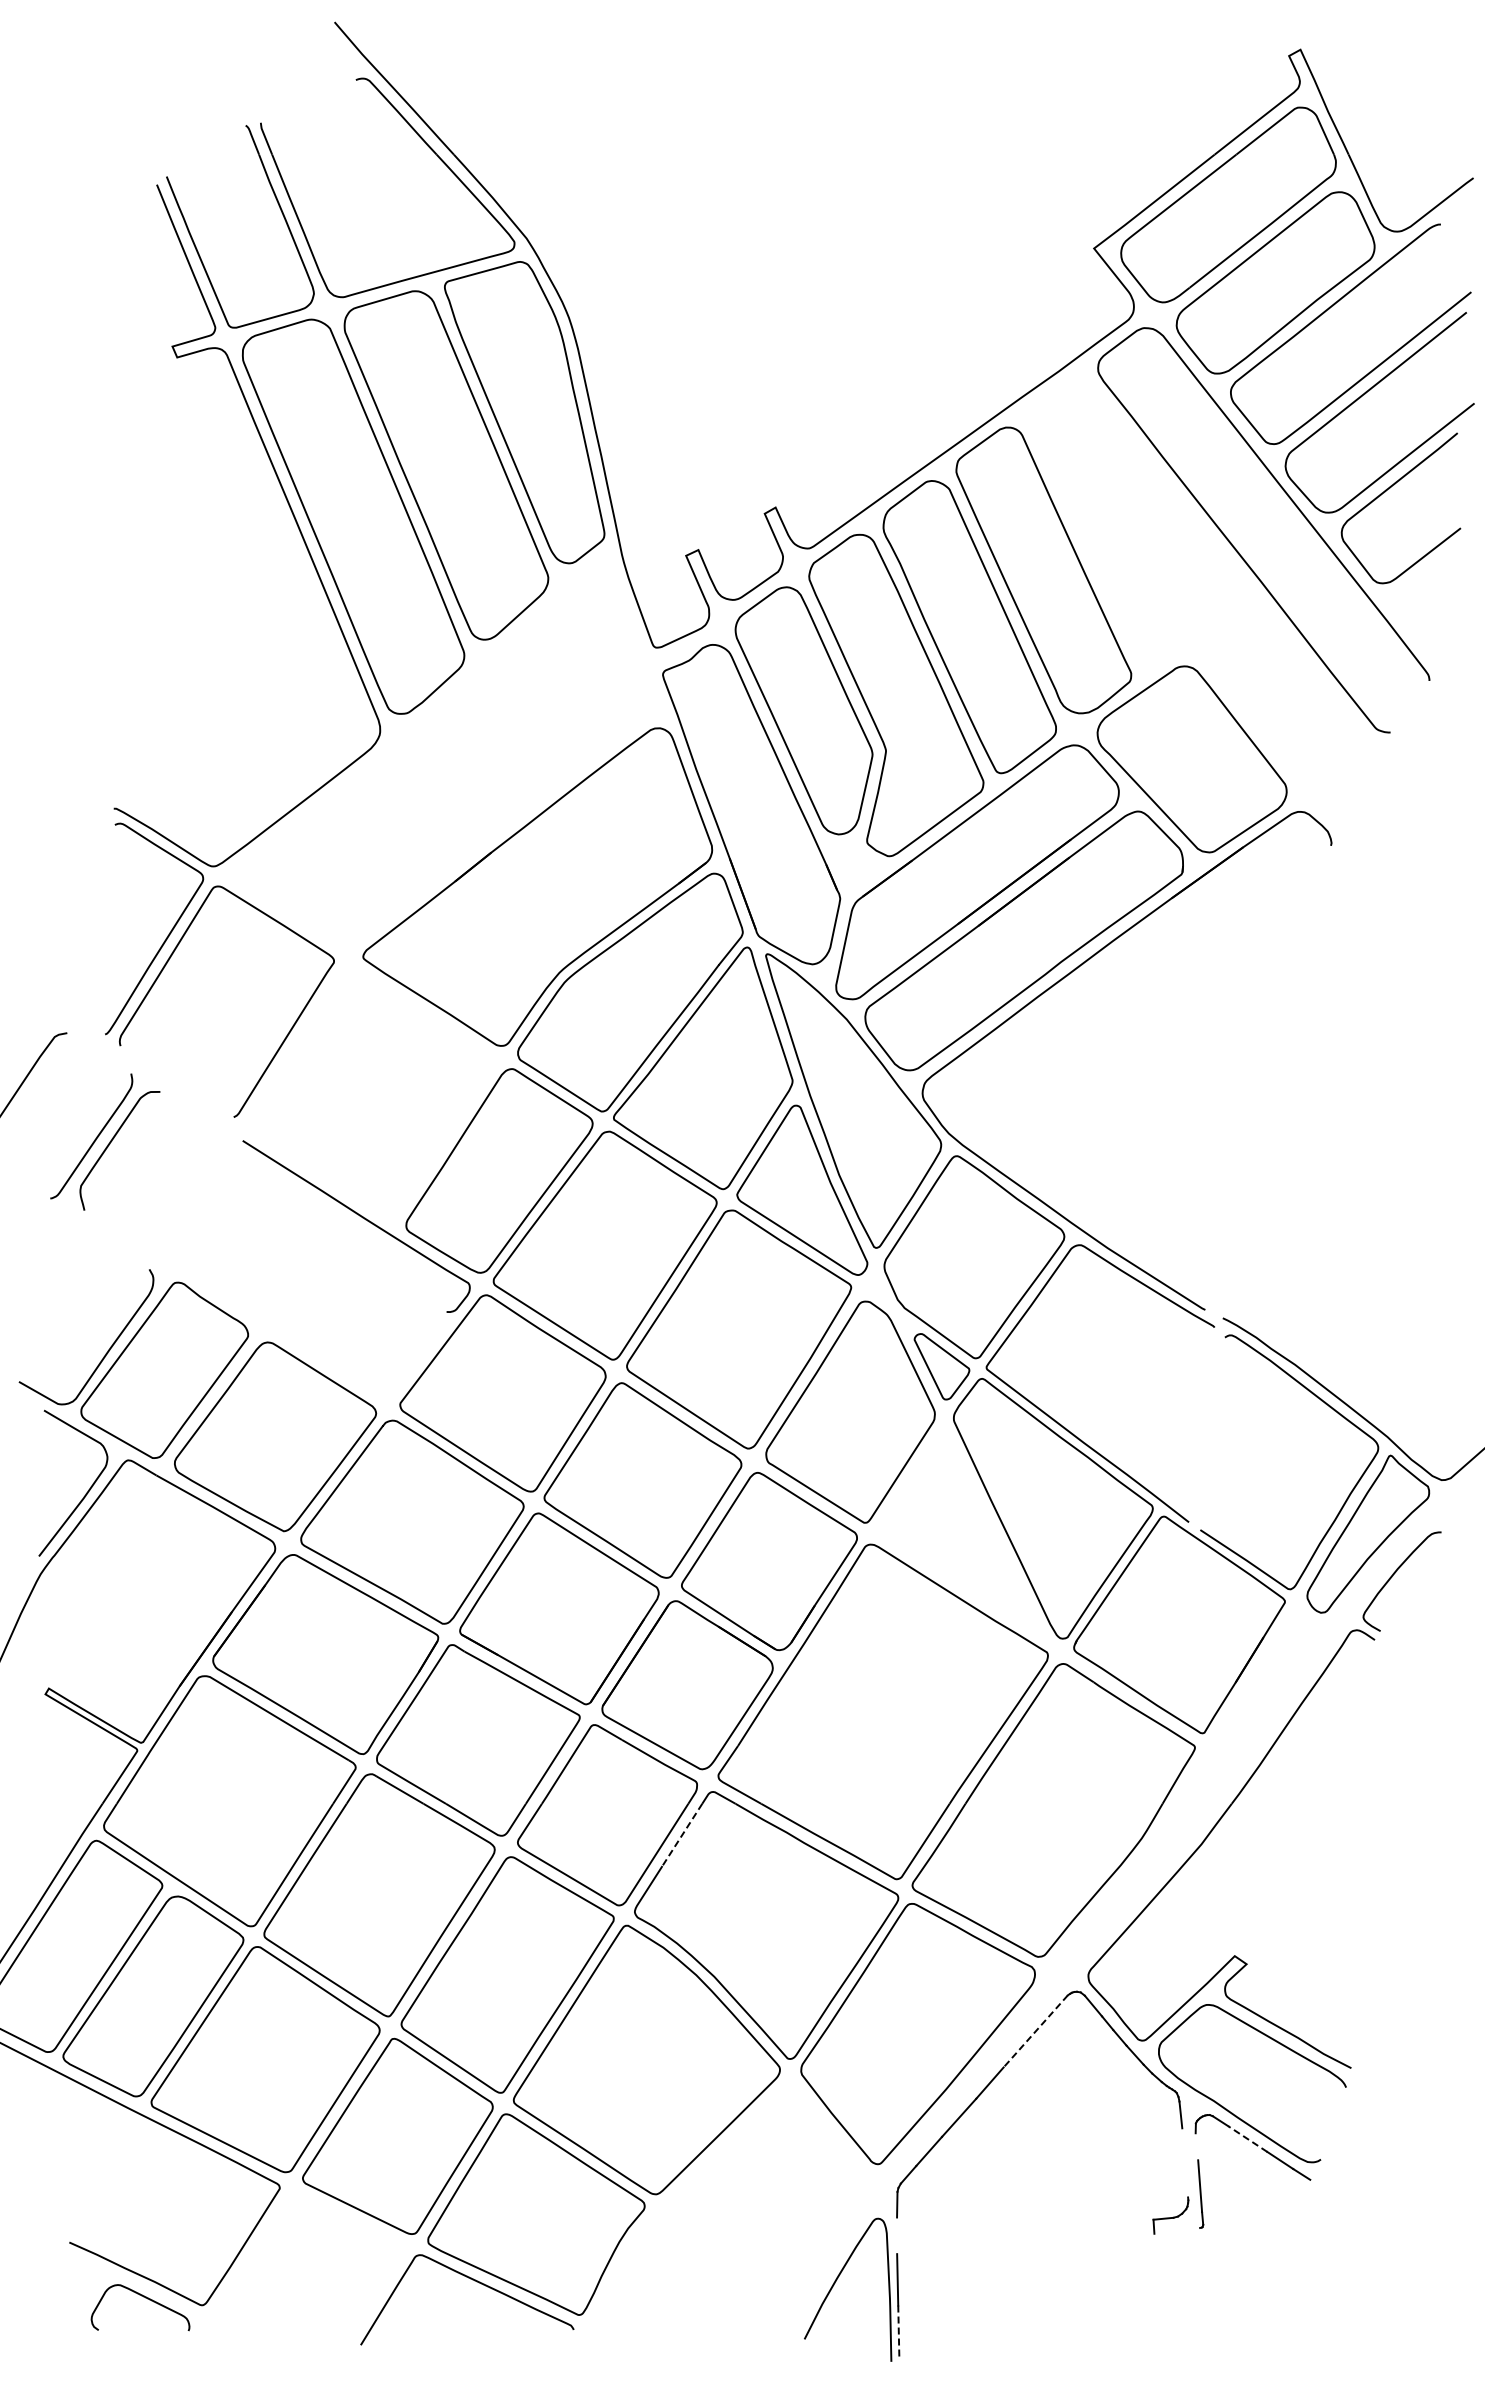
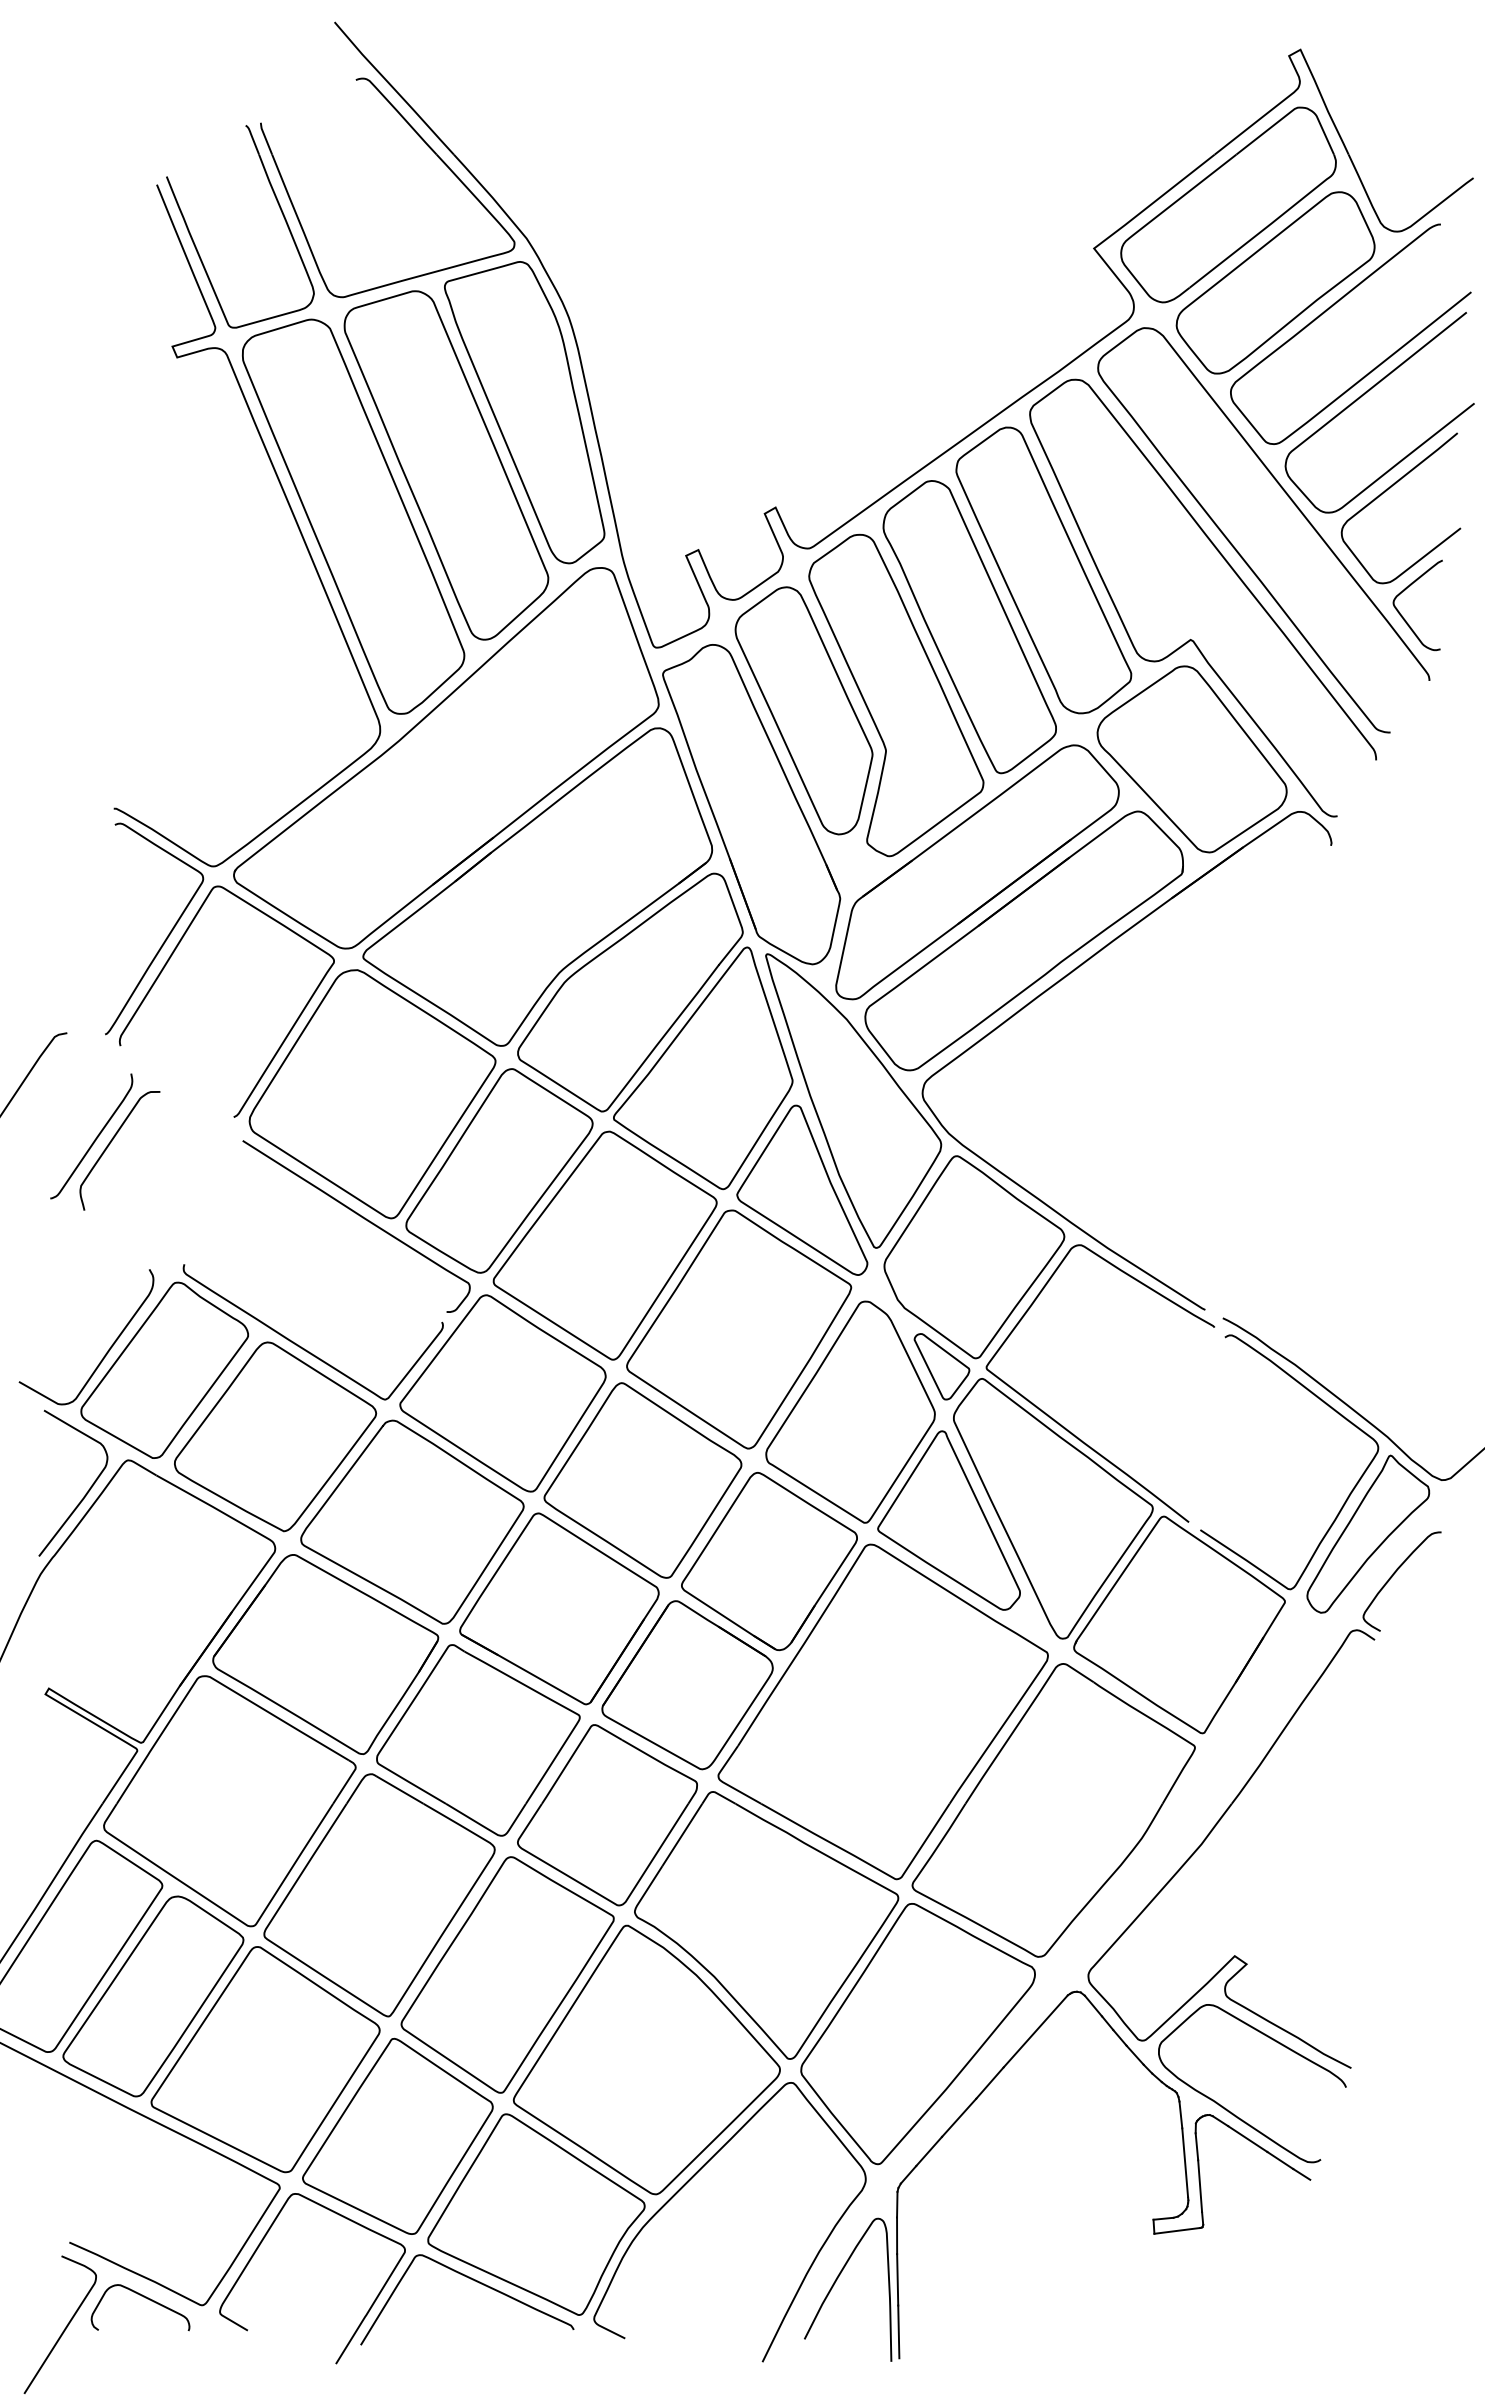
curve at (1235, 574): none -> present
curve at (1403, 616): none -> present
part at (446, 758): none -> present
part at (372, 1094): none -> present
curve at (303, 1347): none -> present
part at (948, 1520): none -> present
line at (682, 1834): dashed -> solid
line at (1035, 2031): dashed -> solid
line at (1247, 2138): dashed -> solid
line at (1196, 2146): none -> present
line at (1185, 2162): none -> present
curve at (689, 2181): none -> present
line at (1177, 2230): none -> present
line at (897, 2235): none -> present
curve at (260, 2245): none -> present
curve at (65, 2326): none -> present
line at (898, 2332): dashed -> solid
